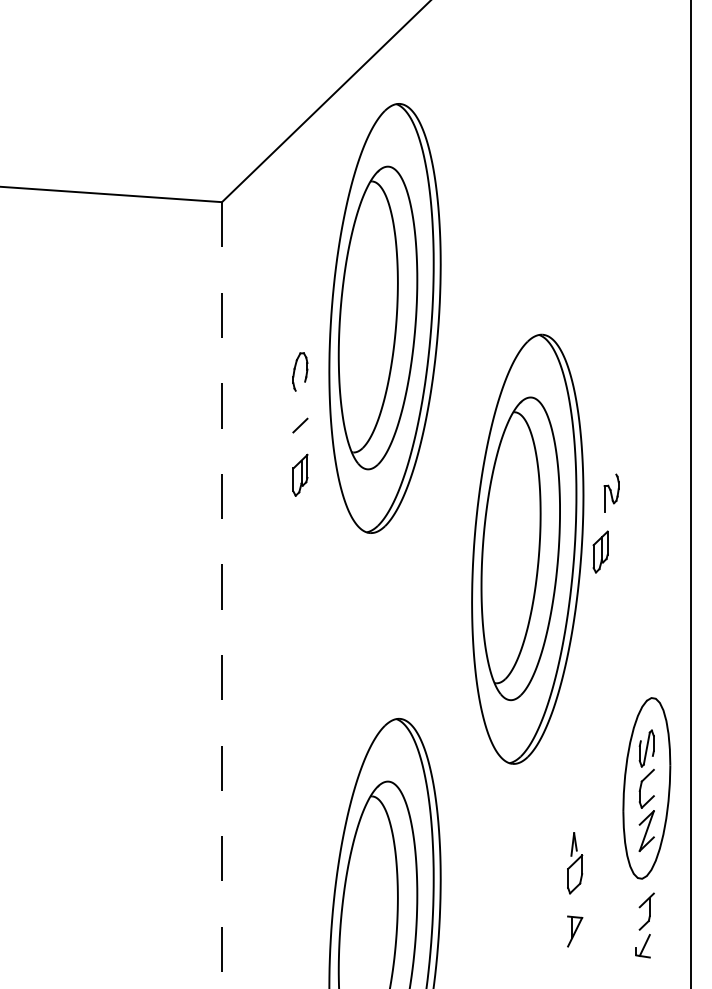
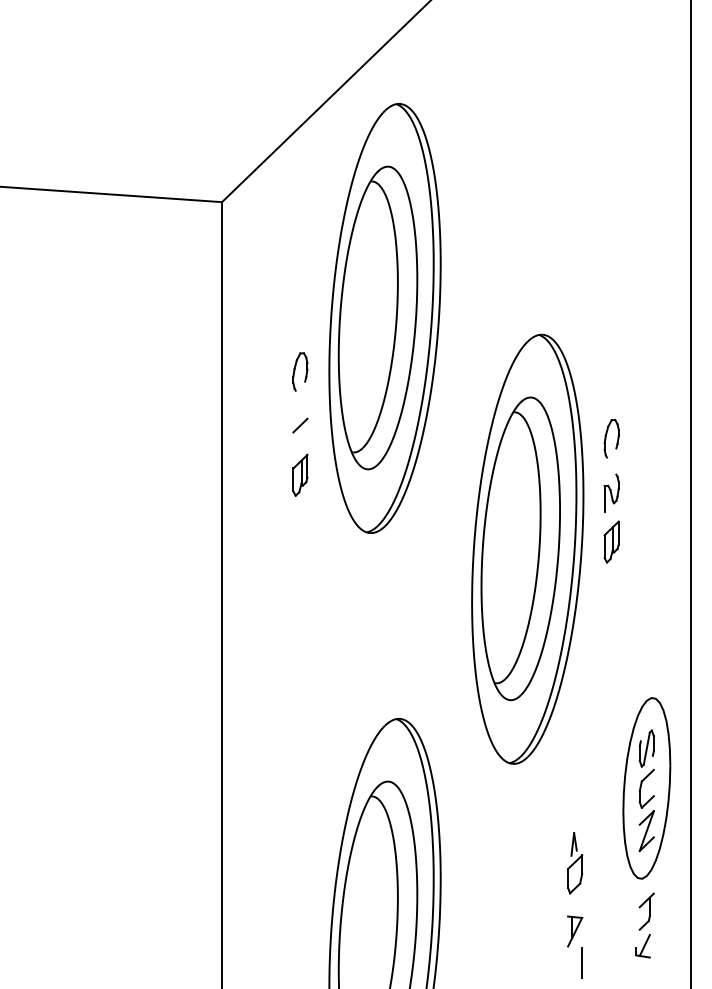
part at (611, 438): none -> present
part at (600, 551) position: (600, 551) -> (611, 541)
line at (222, 596): dashed -> solid
line at (582, 962): none -> present
